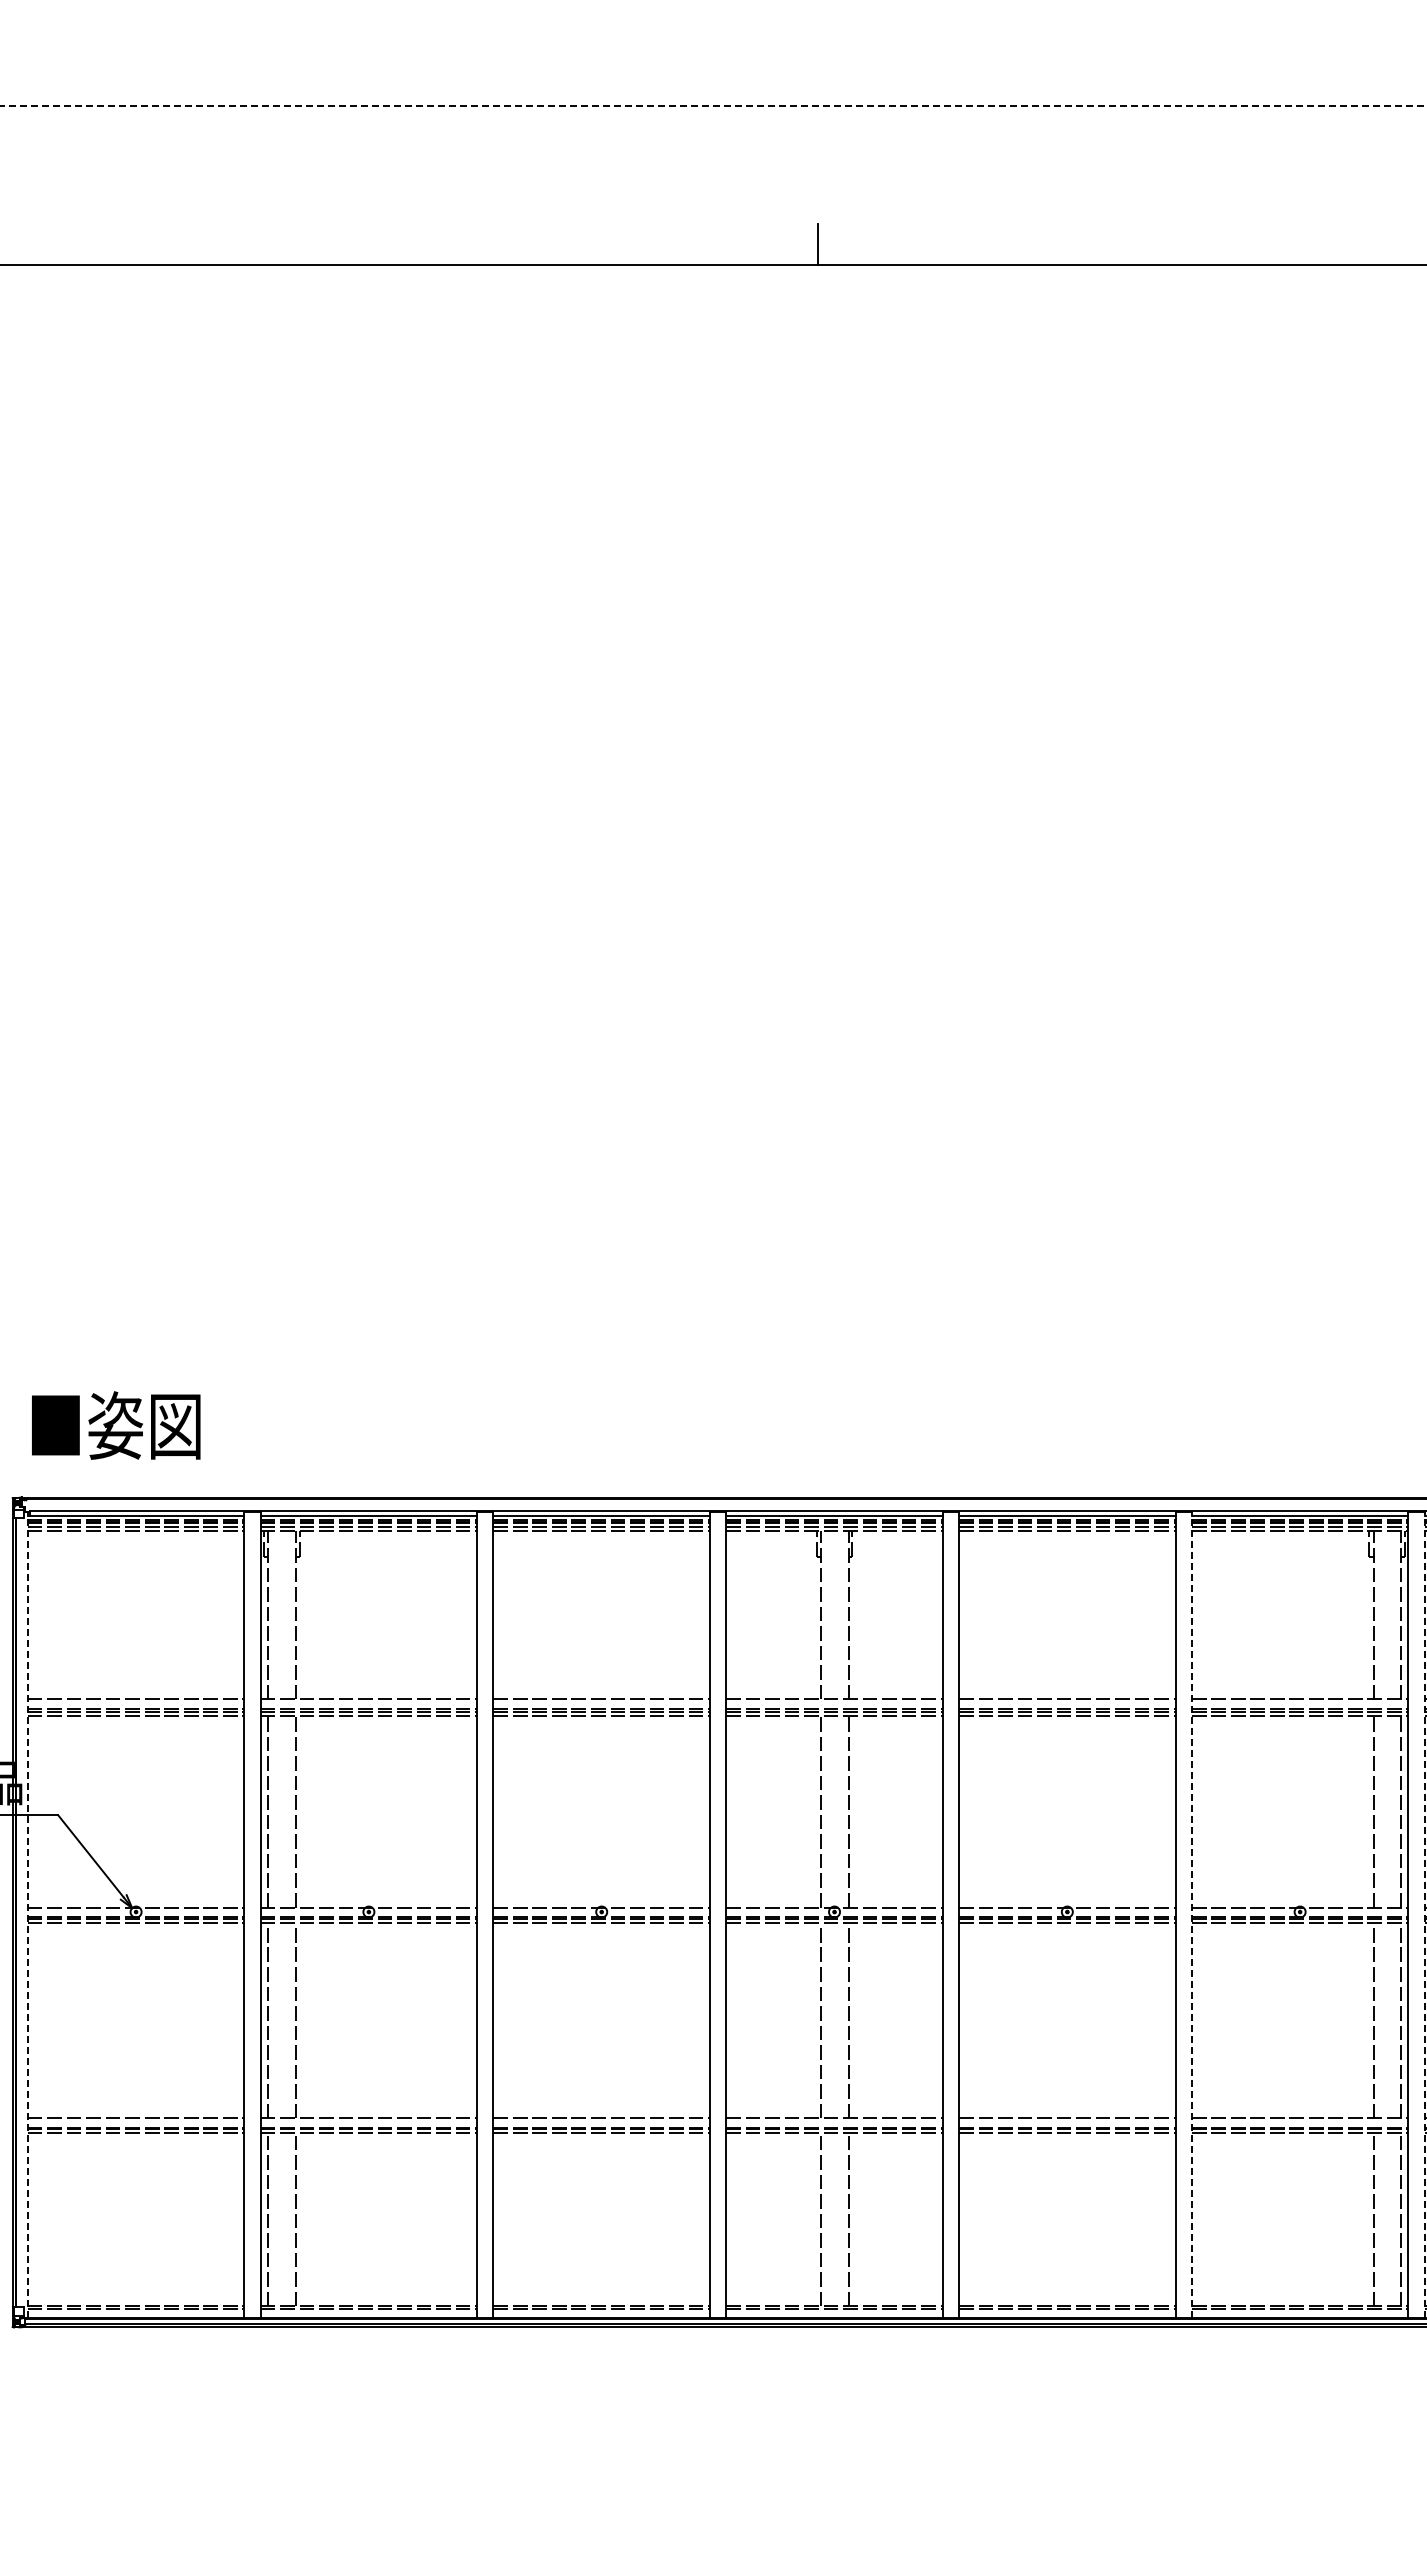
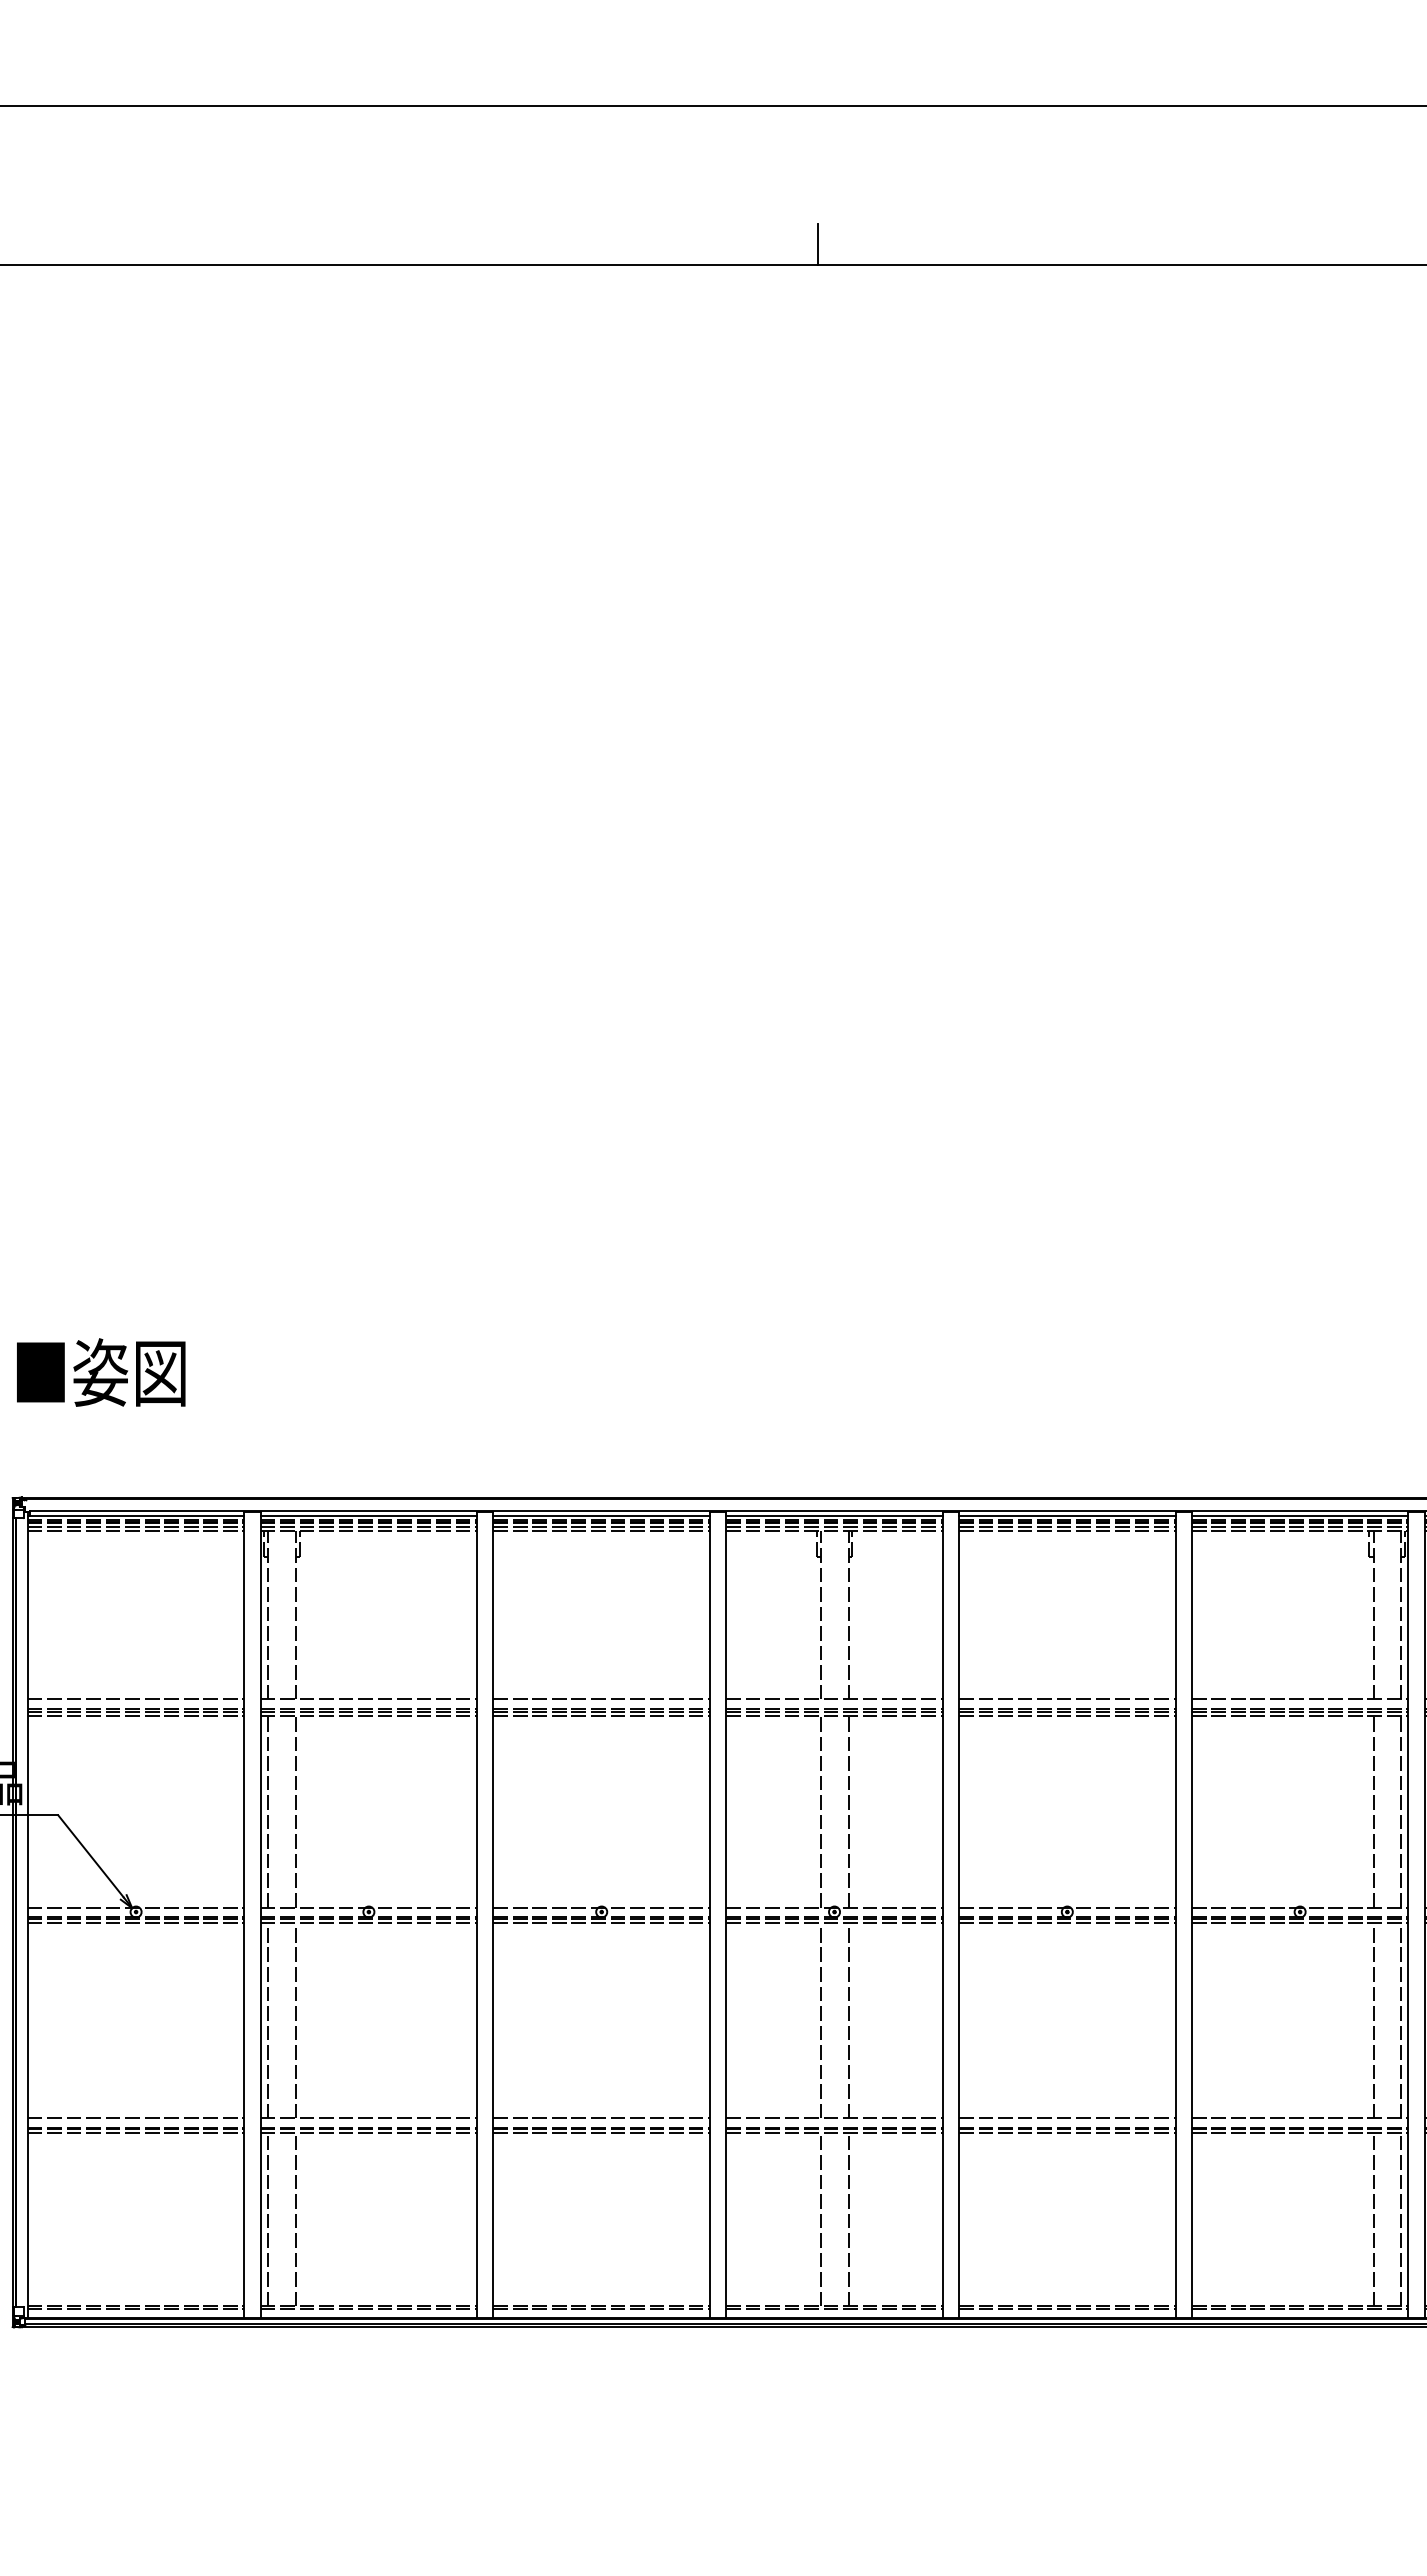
line at (713, 106): dashed -> solid
text at (116, 1425) position: (116, 1425) -> (101, 1372)
line at (27, 1914): dashed -> solid
line at (1191, 1914): dashed -> solid
line at (1424, 1914): dashed -> solid
